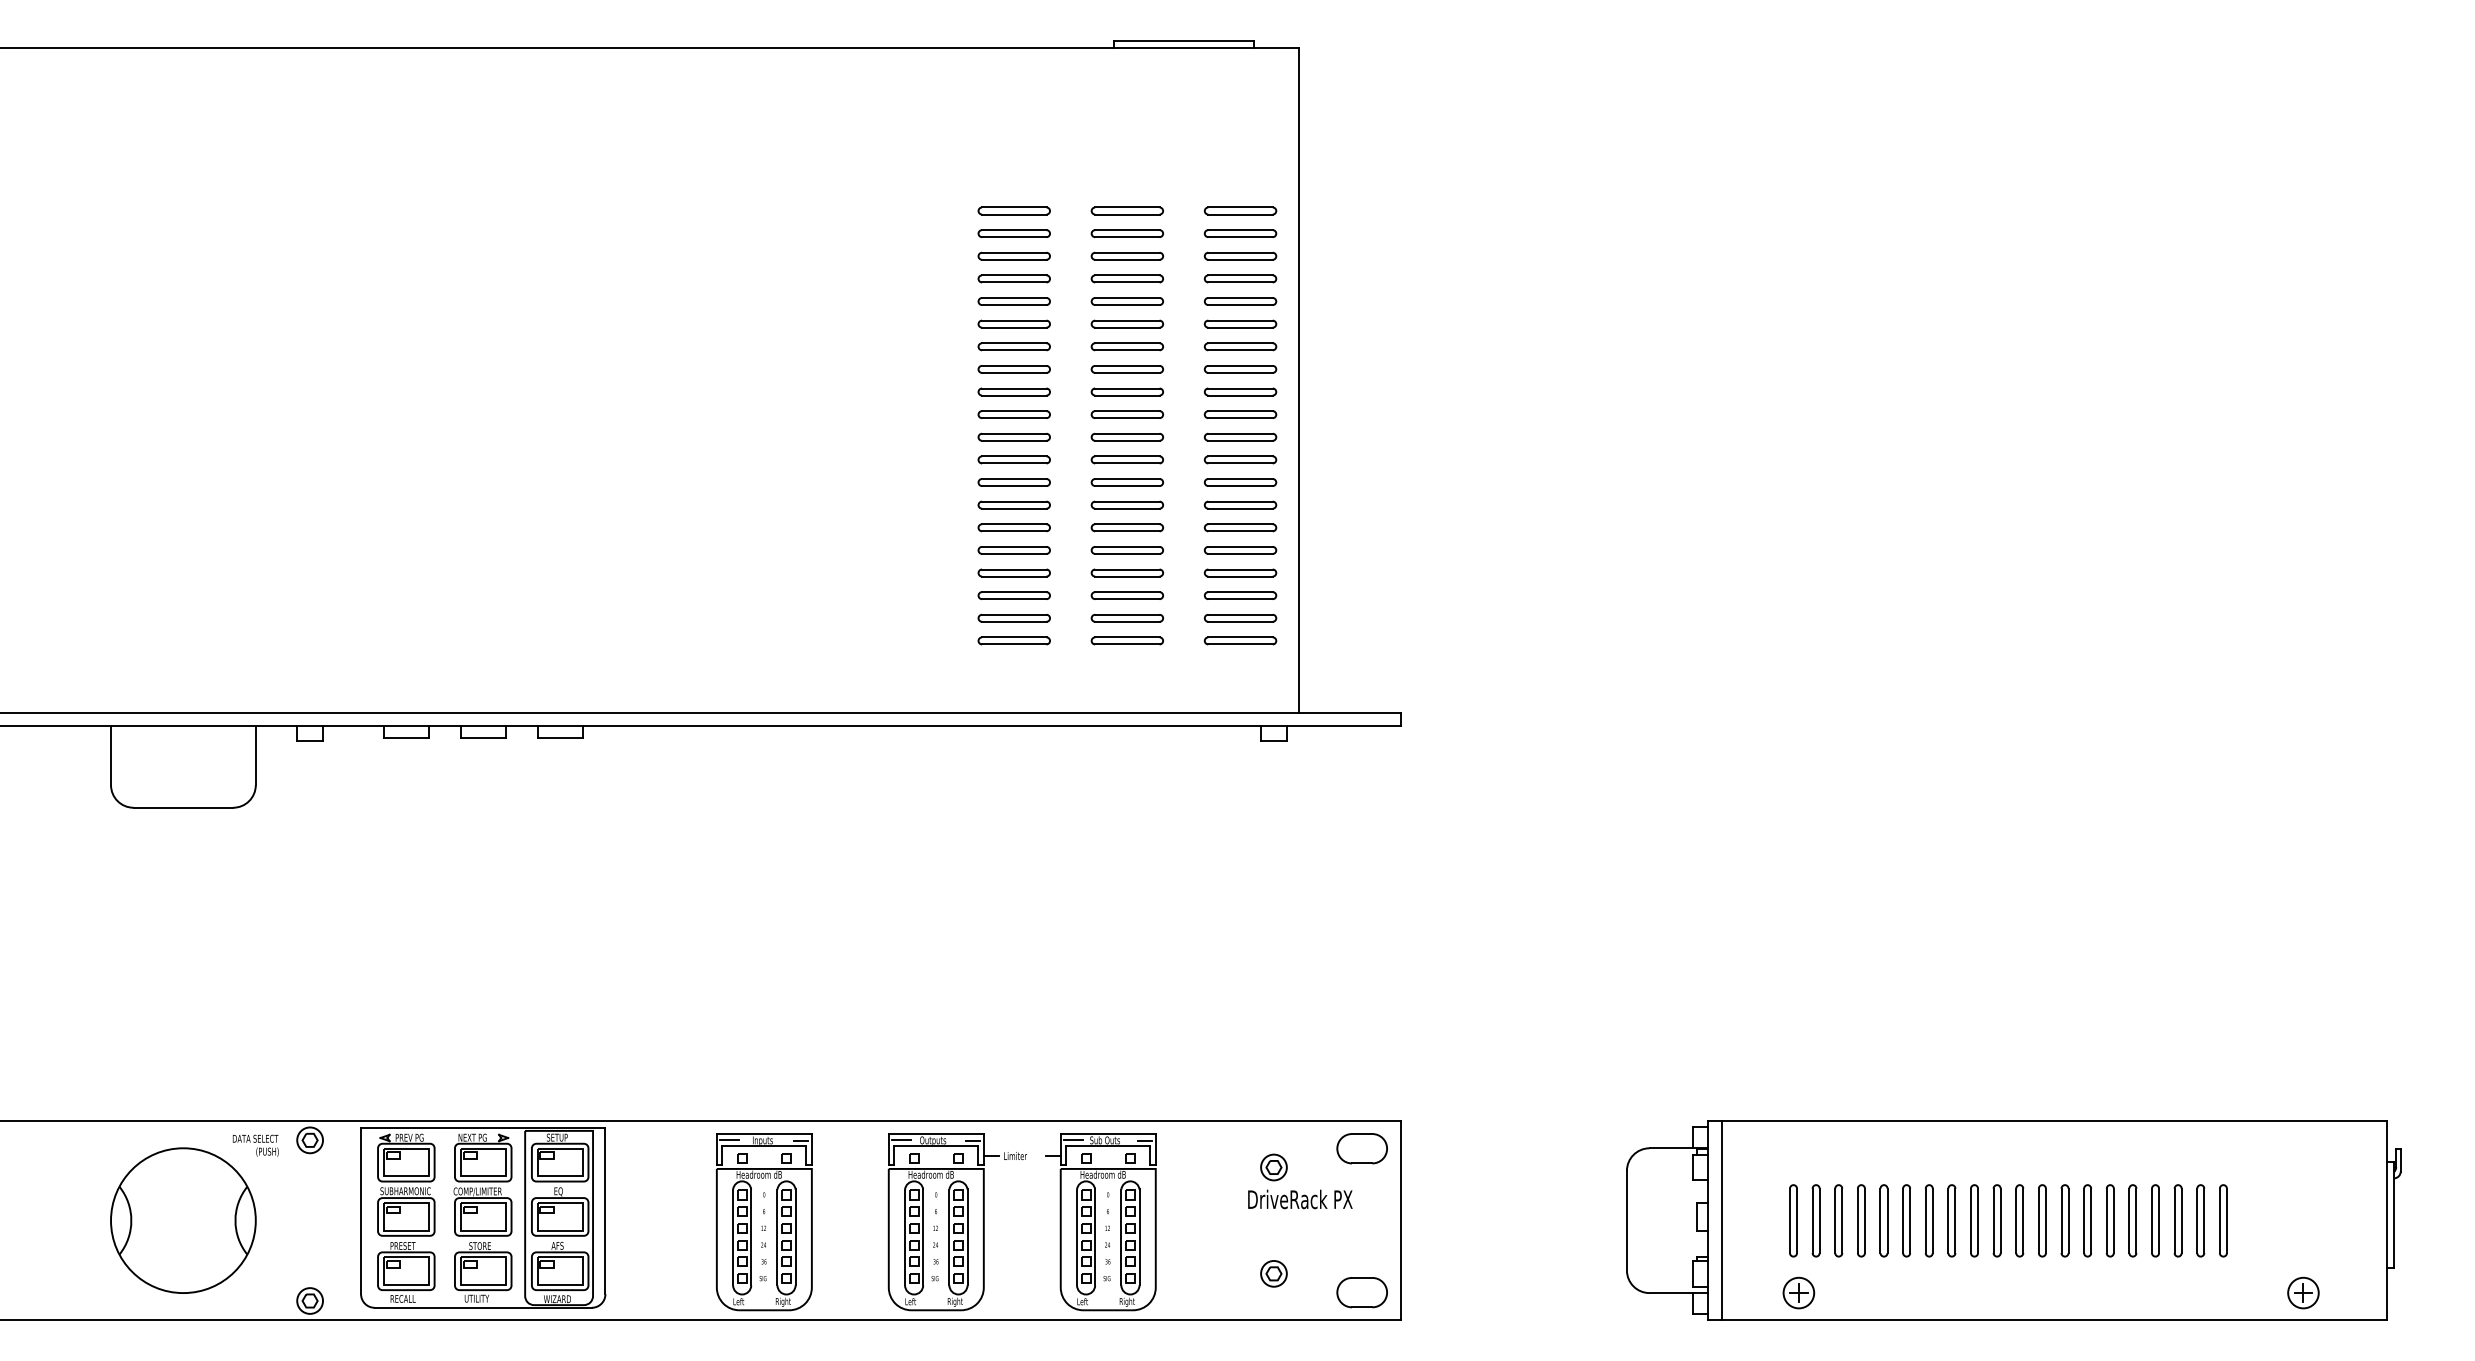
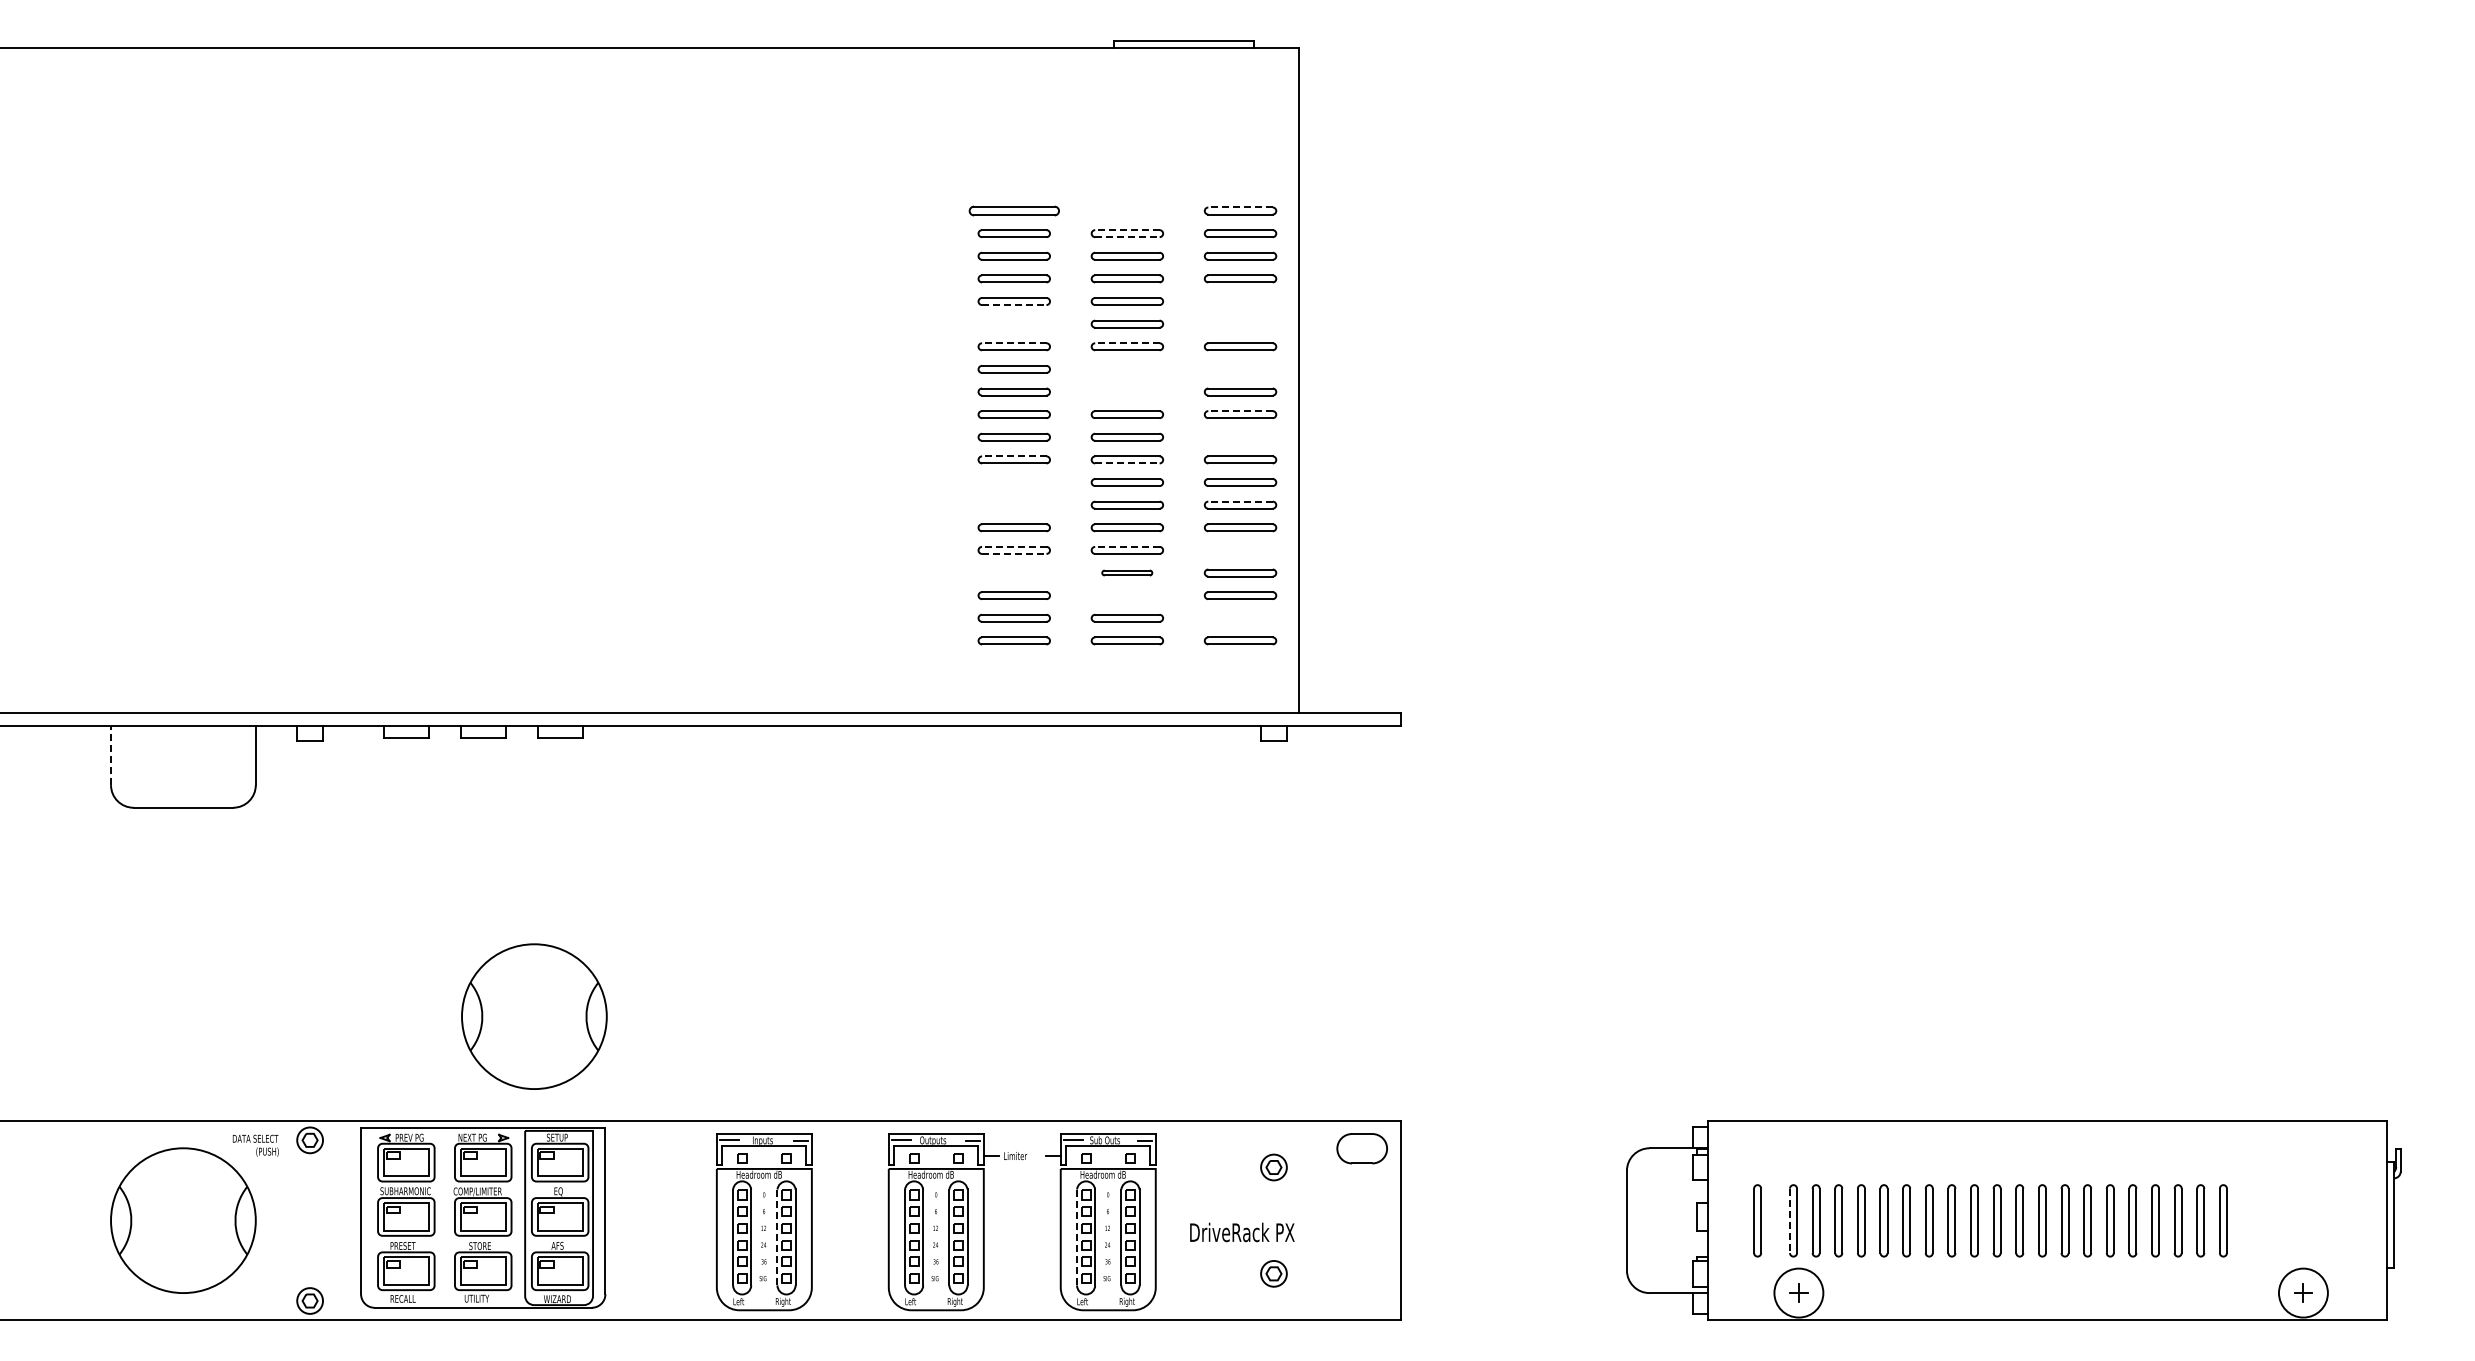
line at (1240, 207): solid -> dashed
part at (1013, 210) size: 74x10 px -> 92x12 px
part at (1126, 210): present -> none
line at (1126, 230): solid -> dashed
line at (1127, 237): solid -> dashed
part at (1240, 301): present -> none
line at (1014, 305): solid -> dashed
part at (1013, 323): present -> none
part at (1240, 323): present -> none
line at (1013, 343): solid -> dashed
line at (1126, 343): solid -> dashed
part at (1126, 369): present -> none
part at (1240, 369): present -> none
part at (1126, 391): present -> none
line at (1240, 411): solid -> dashed
part at (1240, 436): present -> none
line at (1013, 456): solid -> dashed
line at (1127, 463): solid -> dashed
part at (1013, 482): present -> none
line at (1240, 501): solid -> dashed
part at (1013, 504): present -> none
line at (1013, 546): solid -> dashed
line at (1126, 546): solid -> dashed
part at (1240, 550): present -> none
line at (1014, 553): solid -> dashed
part at (1013, 572): present -> none
part at (1126, 572) size: 74x10 px -> 53x8 px
part at (1126, 595): present -> none
part at (1240, 617): present -> none
line at (111, 755): solid -> dashed
part at (534, 1016): none -> present
text at (1300, 1199) position: (1300, 1199) -> (1242, 1232)
line at (1721, 1220): present -> none
part at (1757, 1220): none -> present
line at (1789, 1221): solid -> dashed
line at (777, 1237): solid -> dashed
line at (1077, 1237): solid -> dashed
part at (1361, 1292): present -> none
circle at (1798, 1292) diameter: 31 px -> 49 px
circle at (2303, 1292) diameter: 31 px -> 49 px
